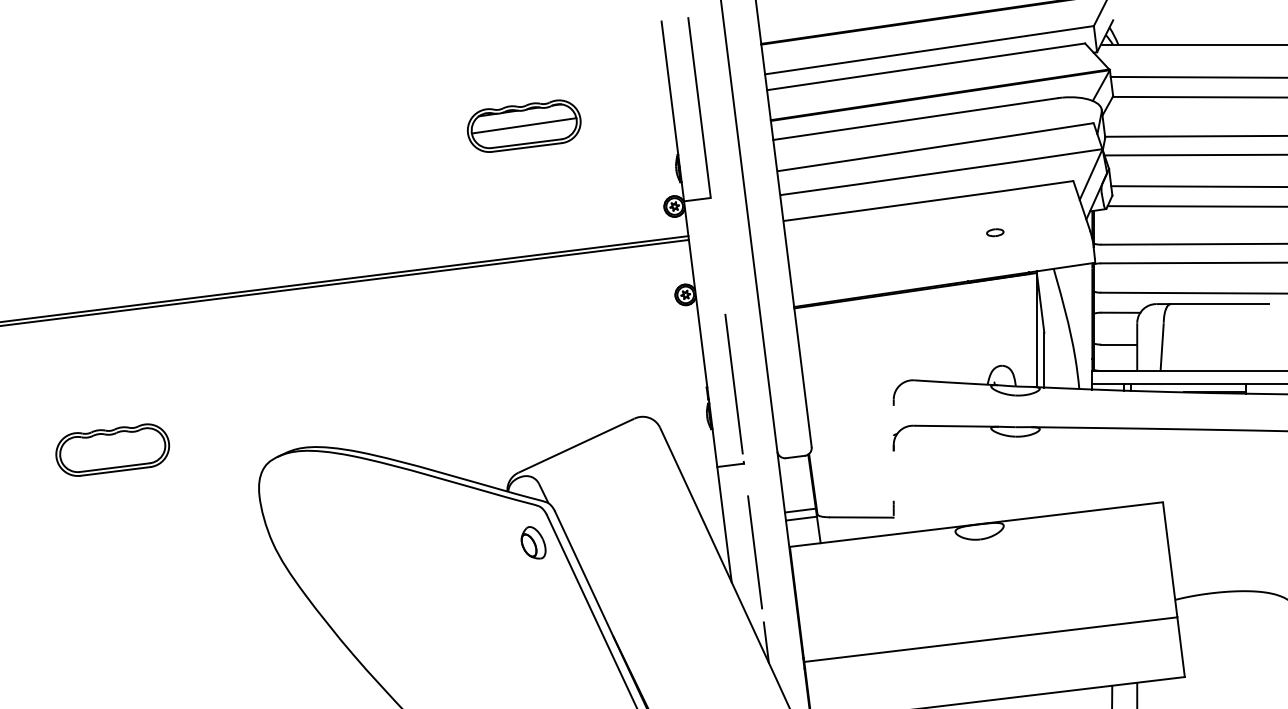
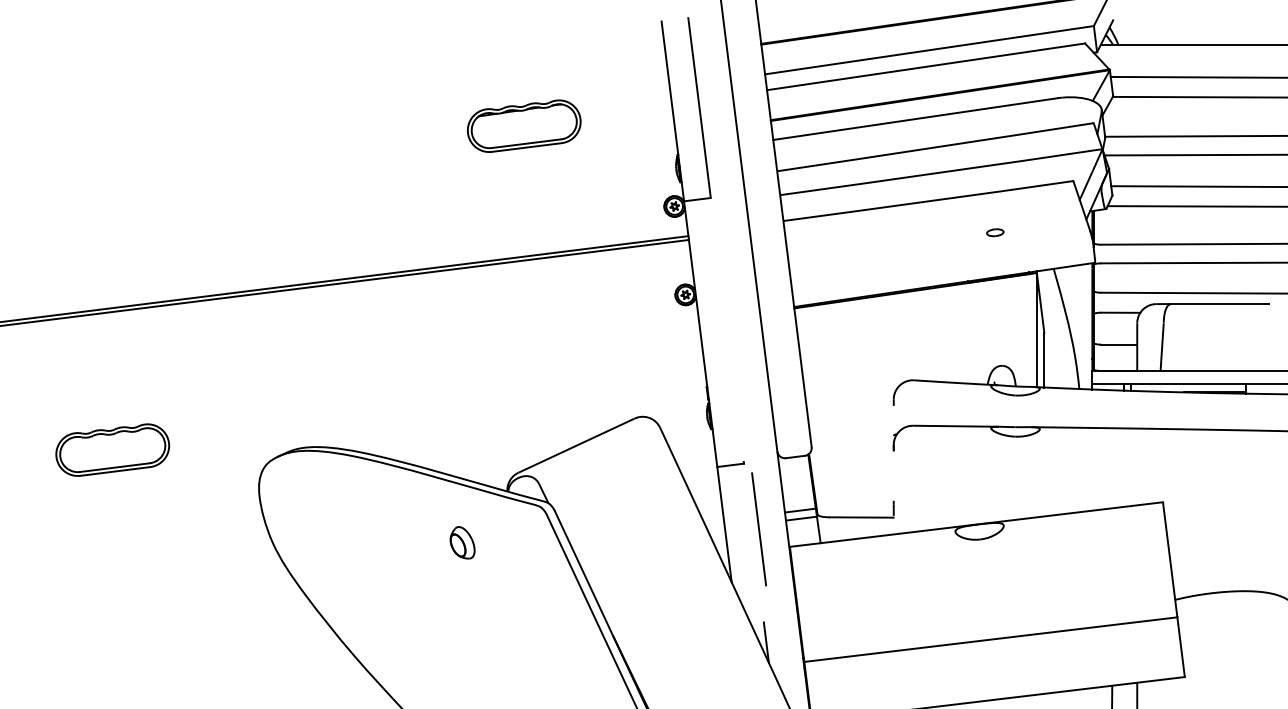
line at (523, 125): present -> none
line at (733, 383): present -> none
part at (533, 542) position: (533, 542) -> (462, 542)
line at (754, 552) position: (754, 552) -> (758, 529)
